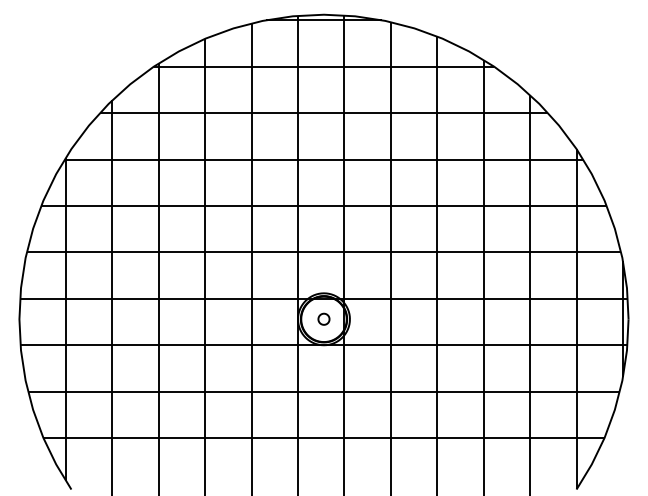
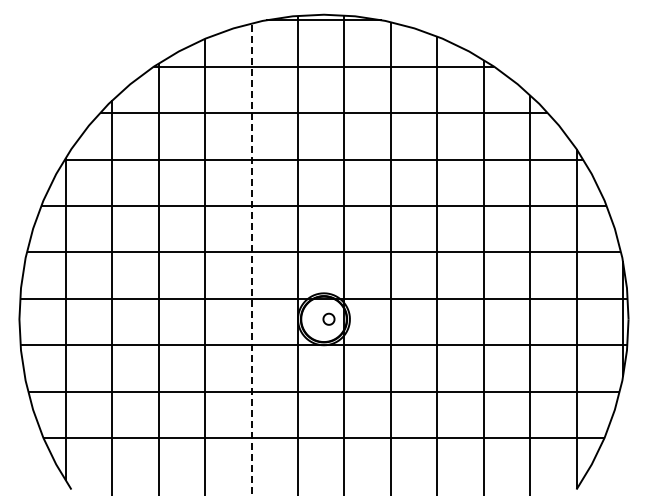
line at (251, 259): solid -> dashed
part at (323, 318) position: (323, 318) -> (328, 318)
